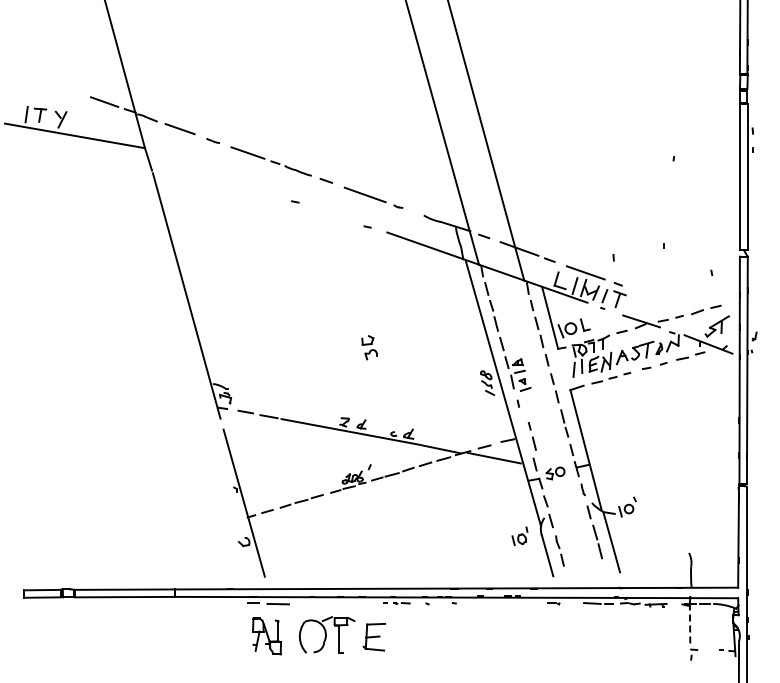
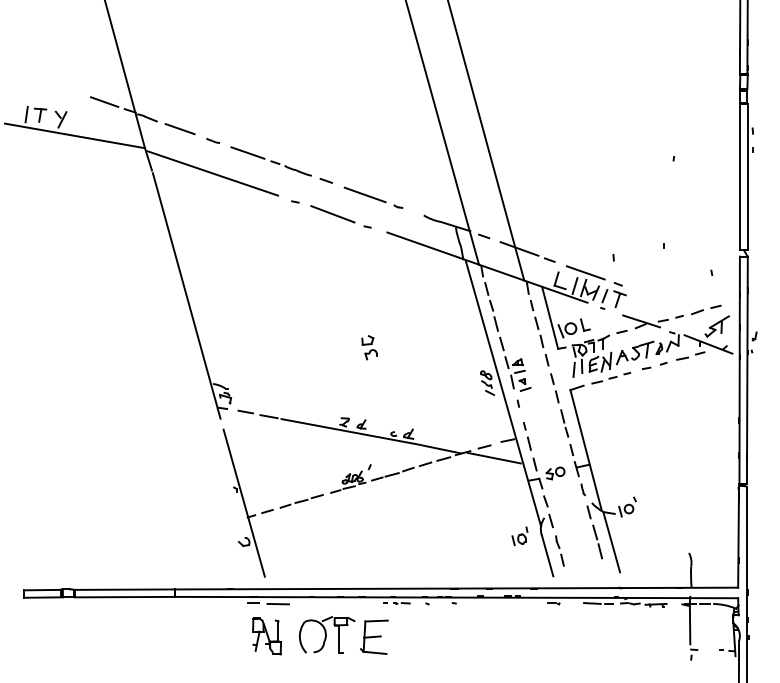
line at (212, 173): none -> present
line at (332, 214): none -> present
part at (531, 436) position: (531, 436) -> (526, 436)
line at (690, 624): dashed -> solid
part at (373, 637) size: 24x29 px -> 29x36 px
